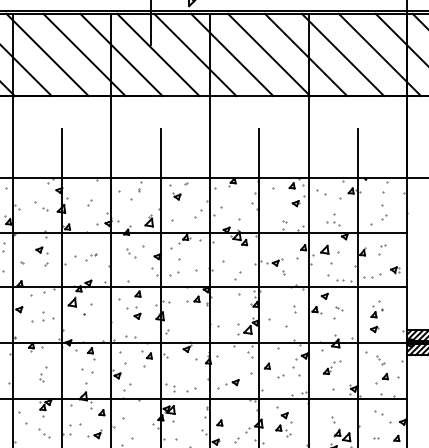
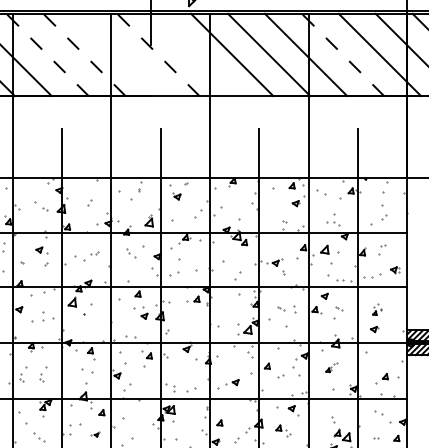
line at (47, 54): solid -> dashed
line at (84, 54): solid -> dashed
line at (121, 54): present -> none
line at (158, 54): solid -> dashed
line at (195, 54): present -> none
line at (342, 54): solid -> dashed
part at (91, 257) size: 13x9 px -> 17x11 px
part at (281, 308): none -> present
part at (376, 309) size: 14x19 px -> 11x13 px
part at (133, 312) position: (133, 312) -> (140, 312)
part at (380, 360): present -> none
part at (331, 367) size: 20x15 px -> 14x12 px
part at (23, 374): none -> present
part at (286, 417) position: (286, 417) -> (293, 410)
part at (44, 433) position: (44, 433) -> (39, 437)
part at (94, 434) size: 16x11 px -> 11x7 px
